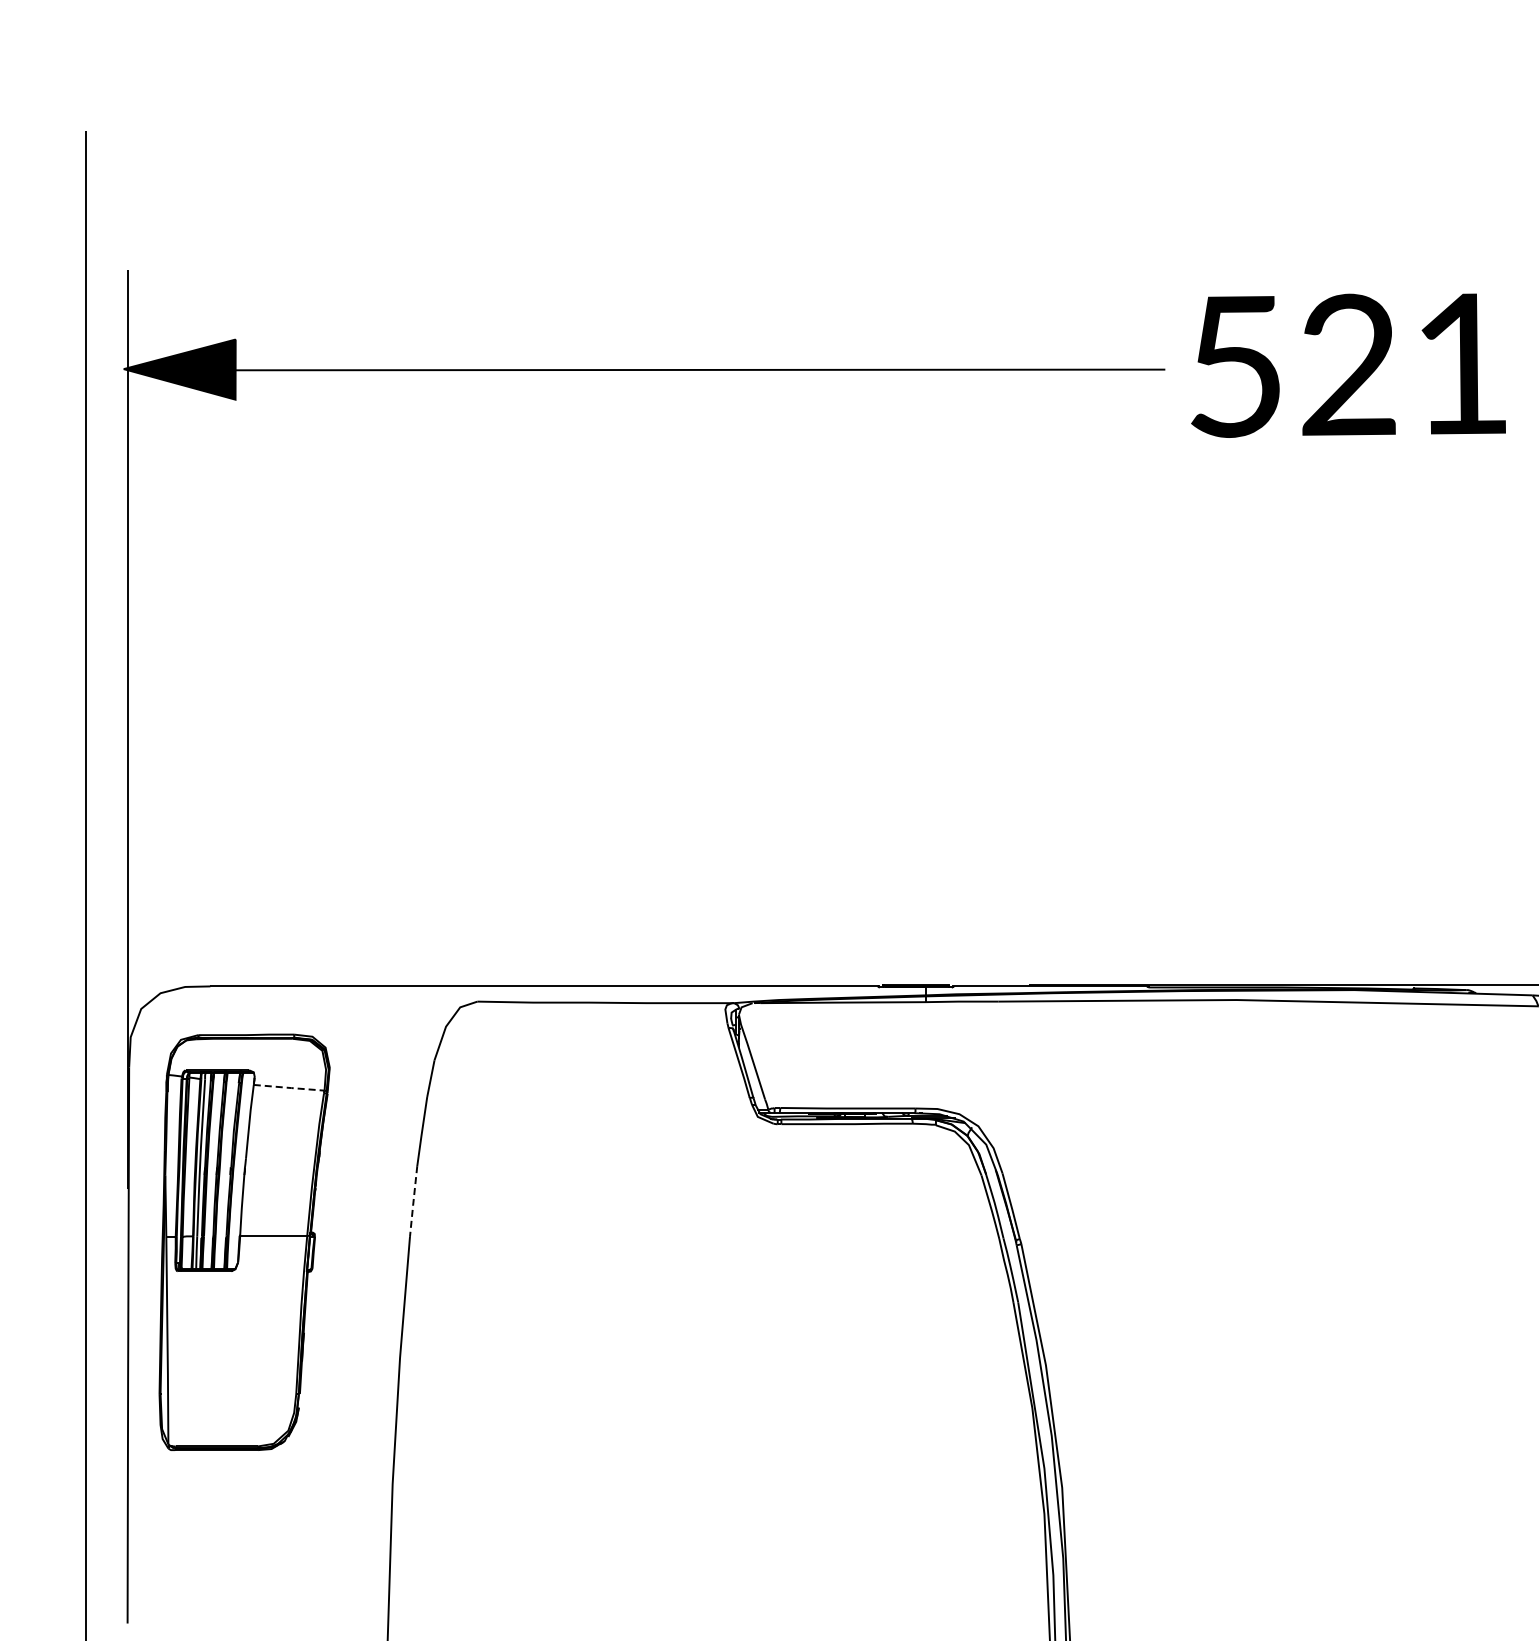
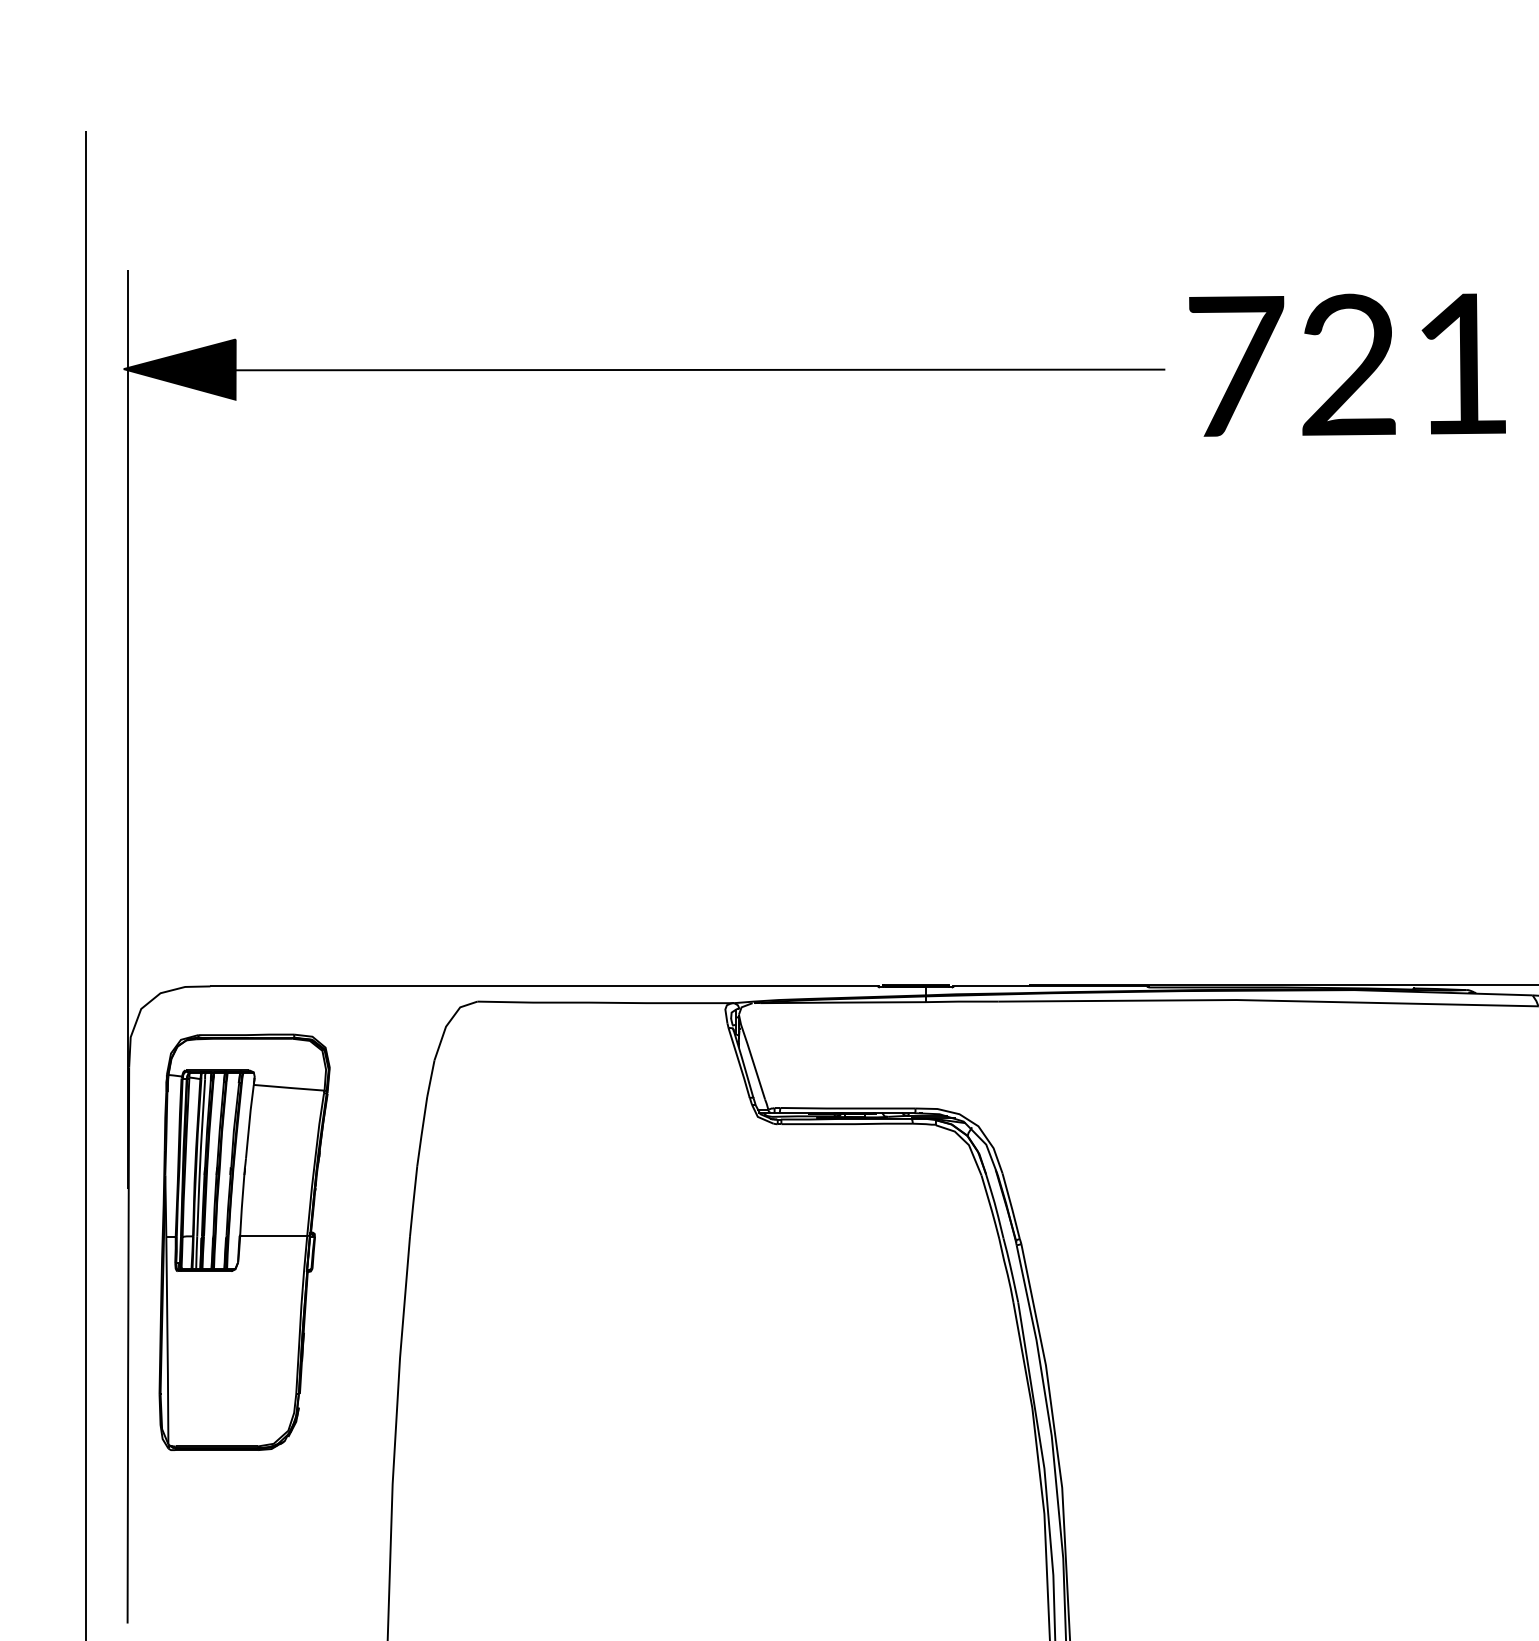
text at (1236, 366): 521 -> 721
line at (290, 1087): dashed -> solid
line at (413, 1202): dashed -> solid
